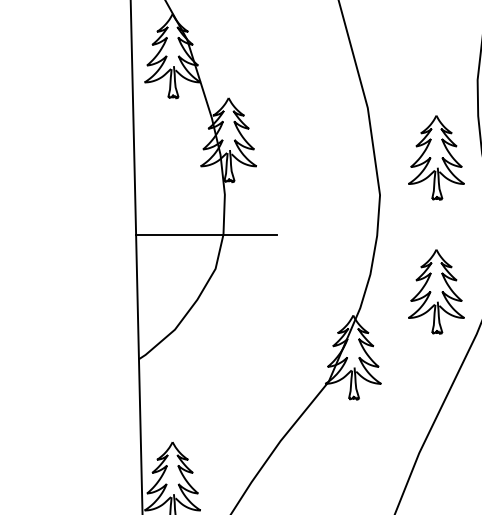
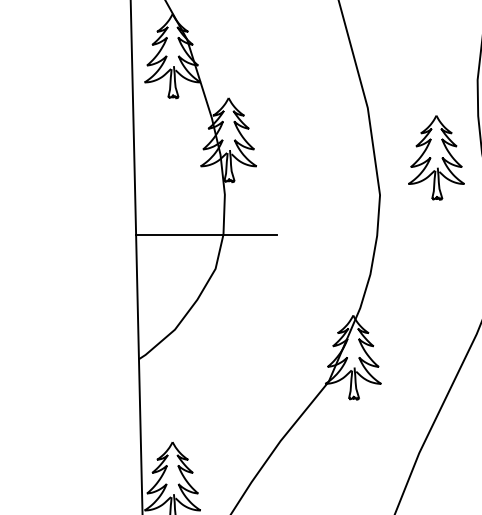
part at (436, 291): present -> none
